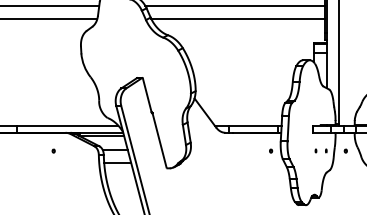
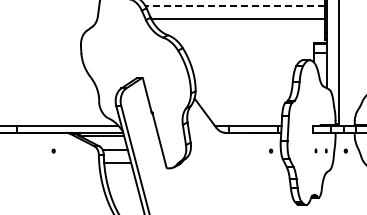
line at (50, 6): present -> none
line at (235, 6): solid -> dashed
line at (50, 18): present -> none
